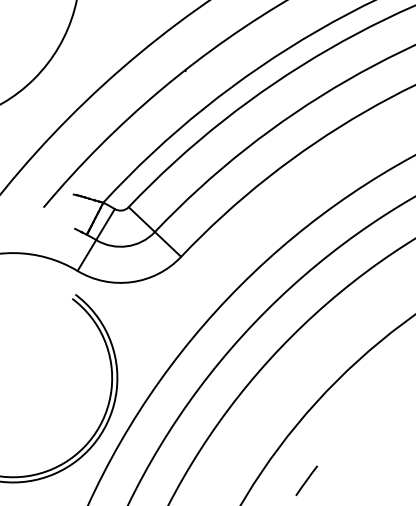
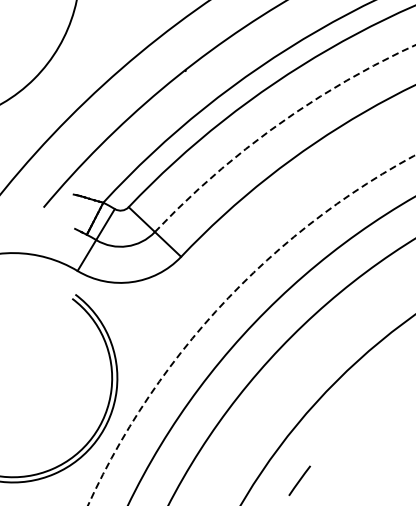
arc at (277, 125): solid -> dashed
arc at (223, 303): solid -> dashed
line at (306, 480) position: (306, 480) -> (299, 480)
